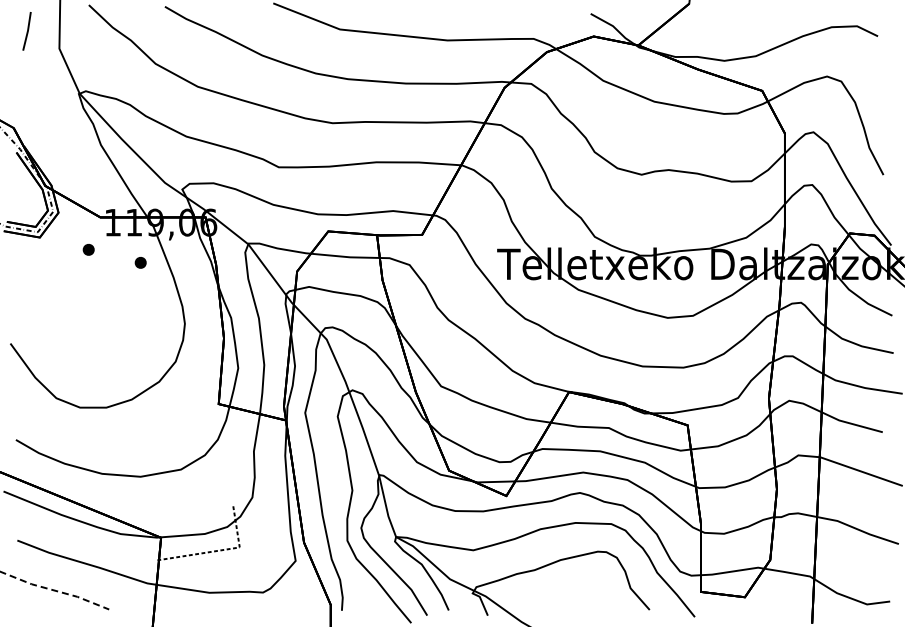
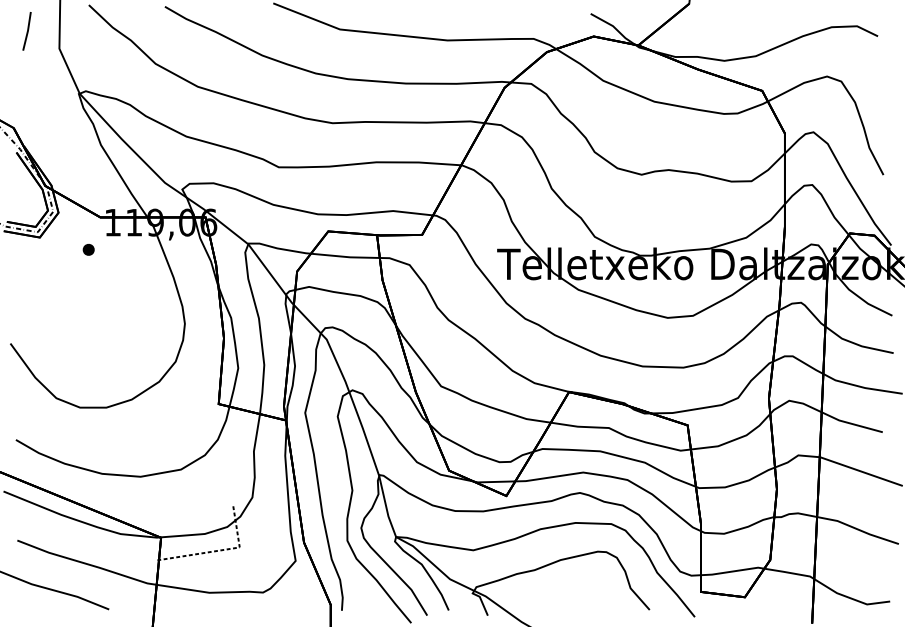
part at (140, 262): present -> none
line at (55, 590): dashed -> solid
